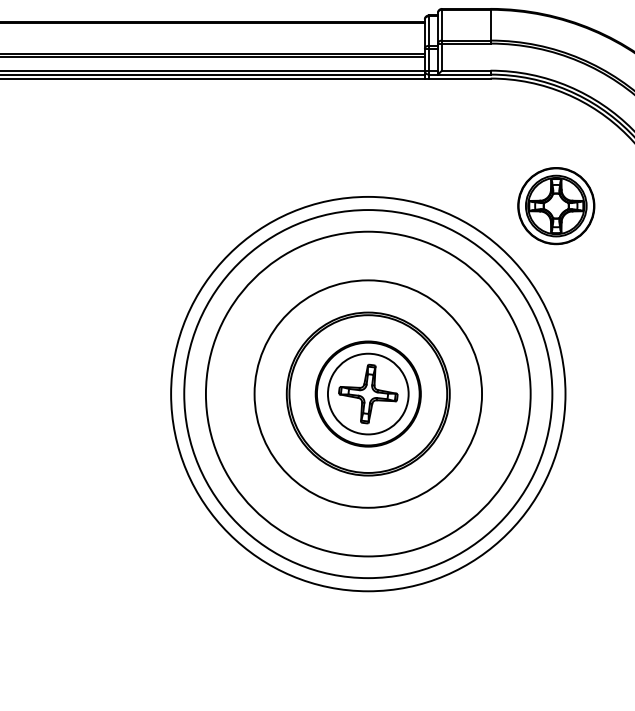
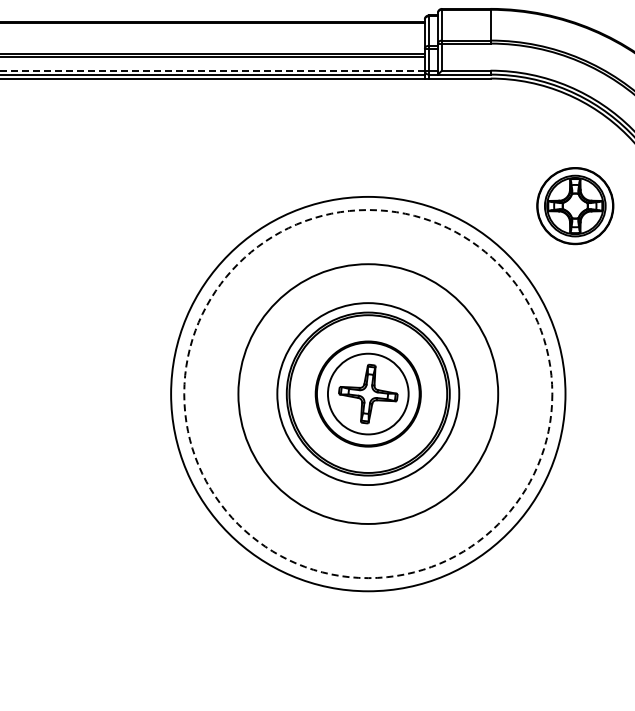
line at (212, 70): solid -> dashed
part at (556, 206) position: (556, 206) -> (575, 206)
circle at (367, 393) diameter: 325 px -> 260 px
circle at (368, 393) diameter: 227 px -> 182 px
circle at (368, 394): solid -> dashed
